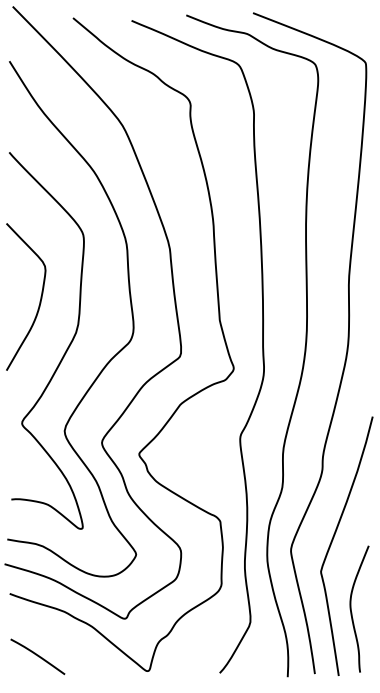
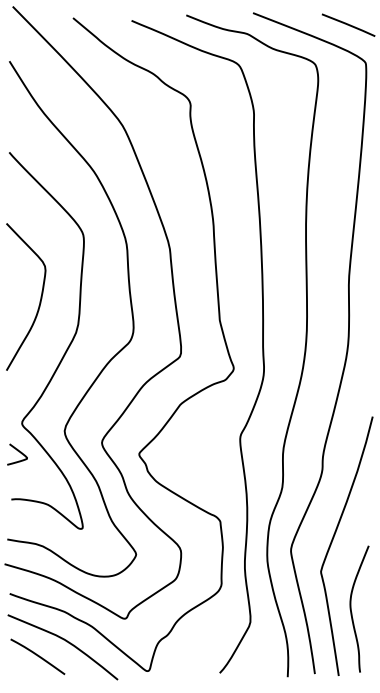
line at (348, 24): none -> present
curve at (19, 452): none -> present
curve at (66, 642): none -> present
